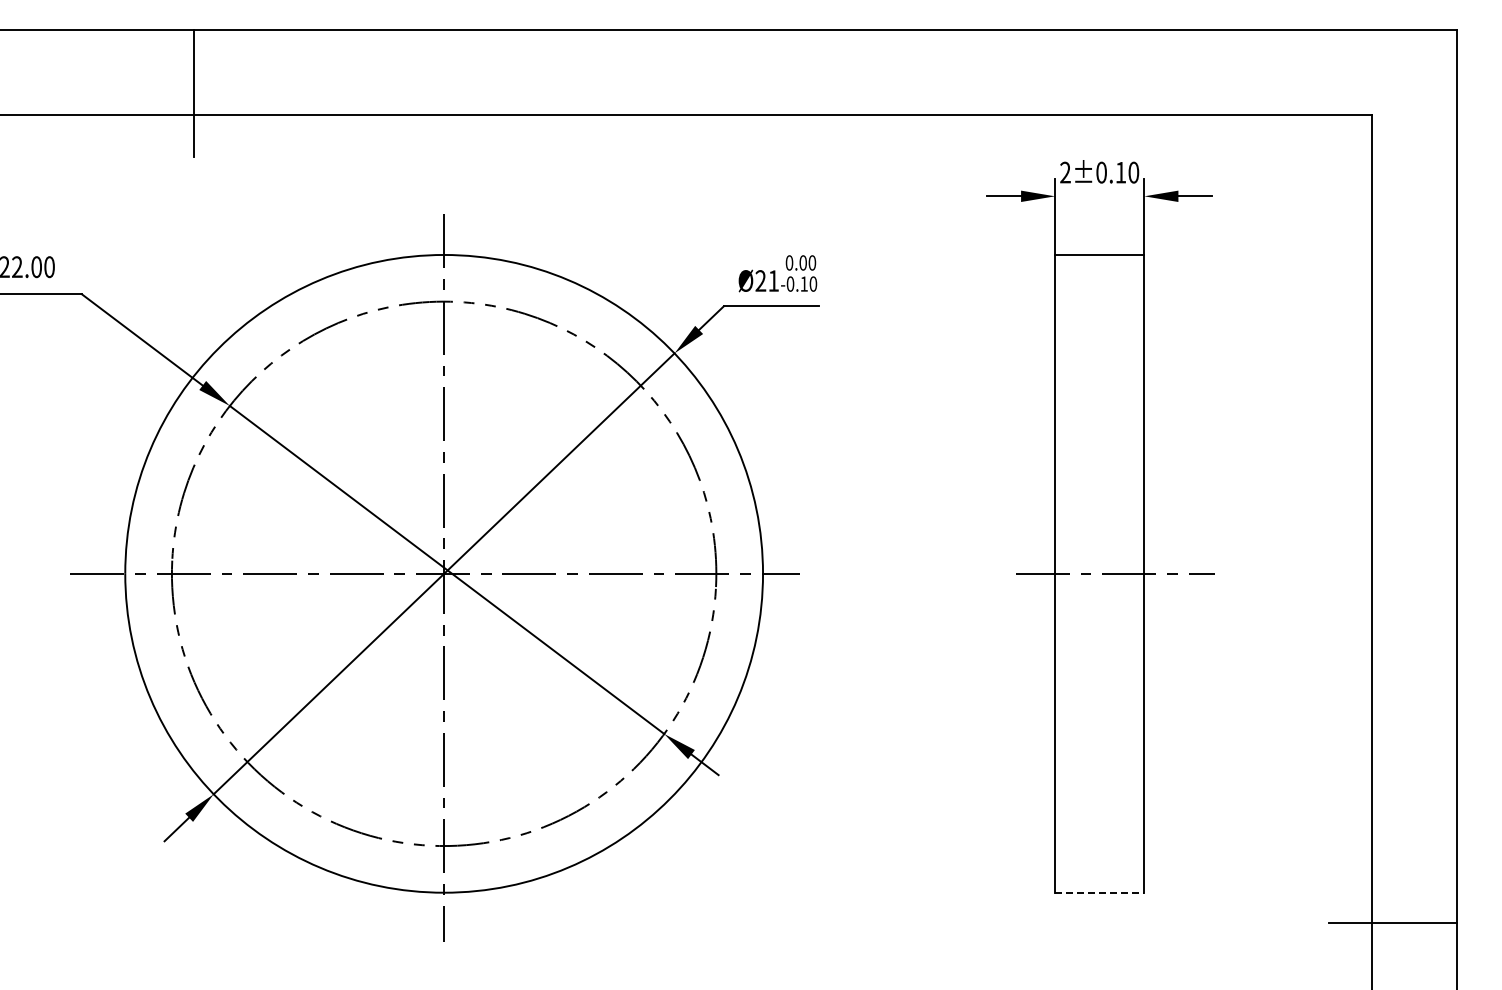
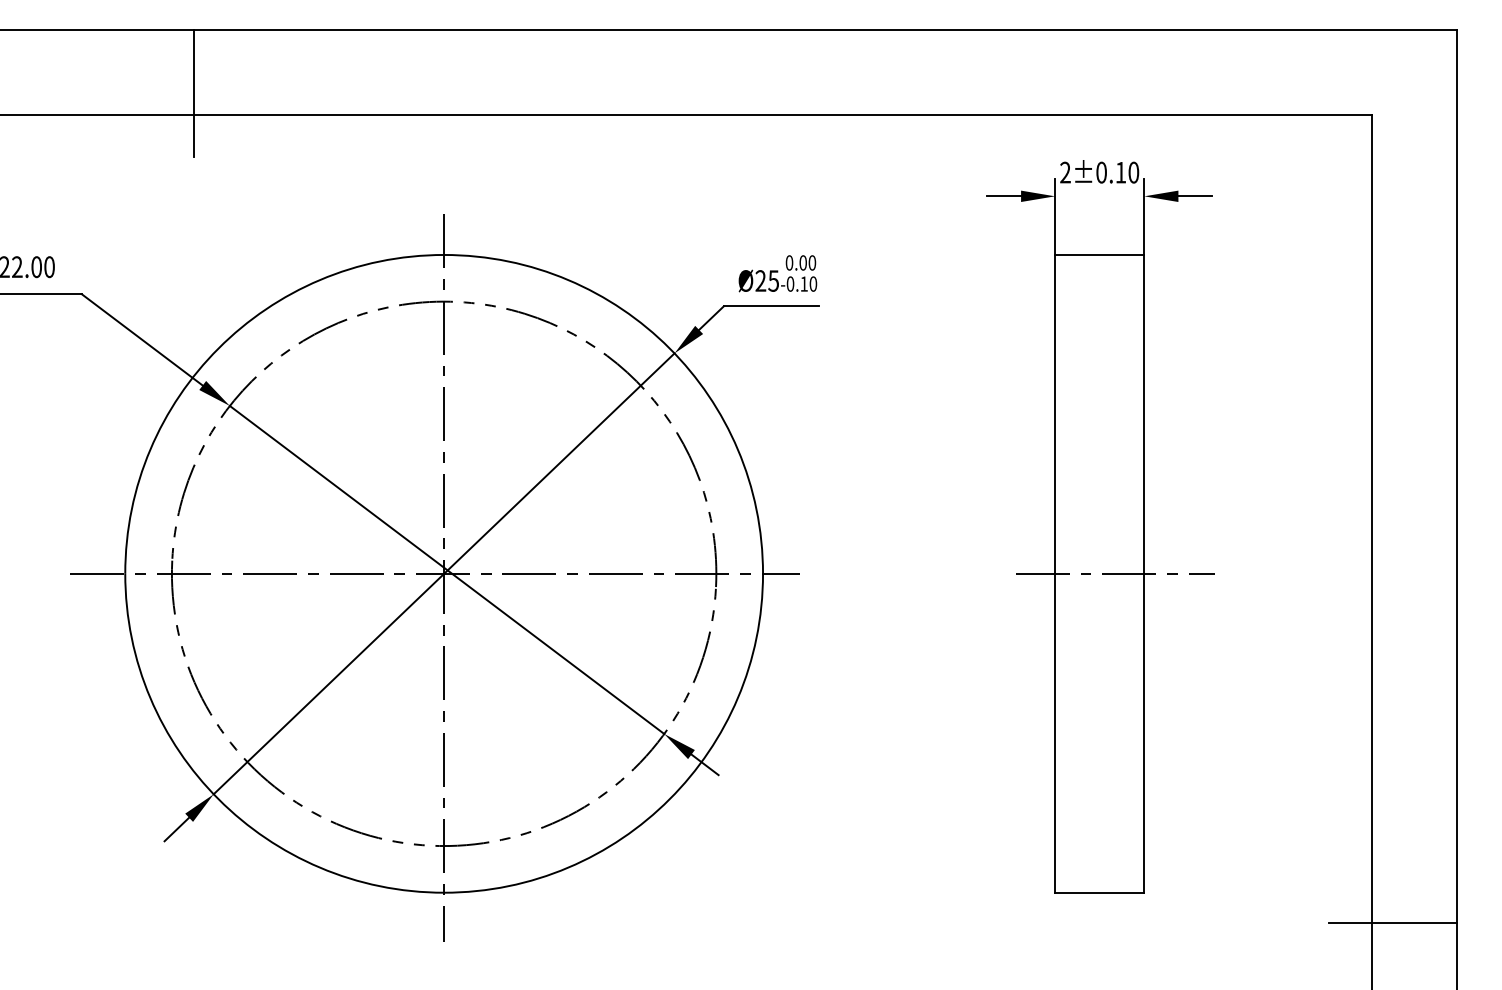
text at (773, 280): Ø21 -> Ø25
line at (1099, 892): dashed -> solid
